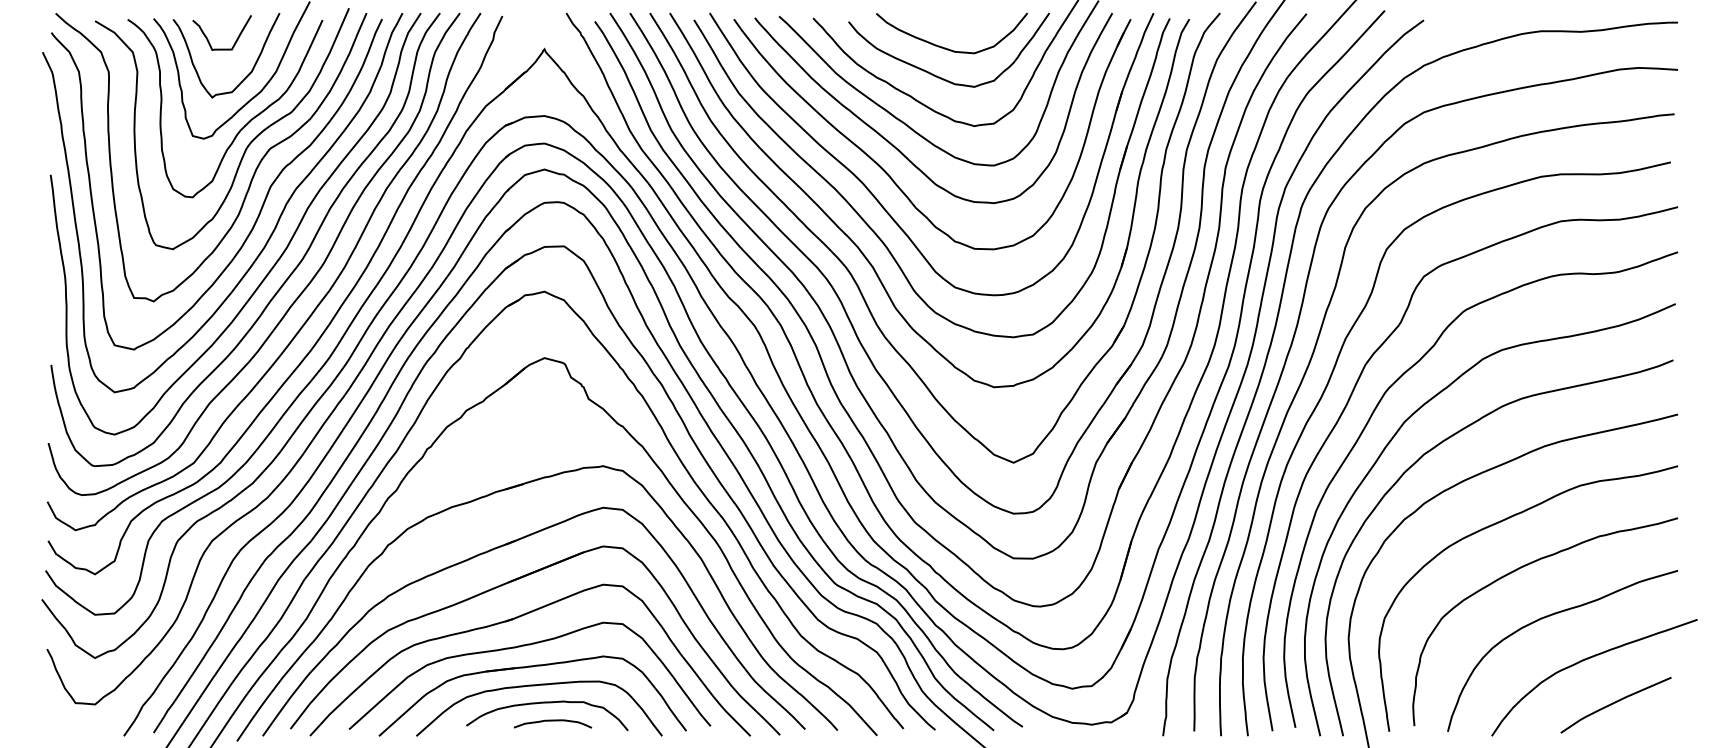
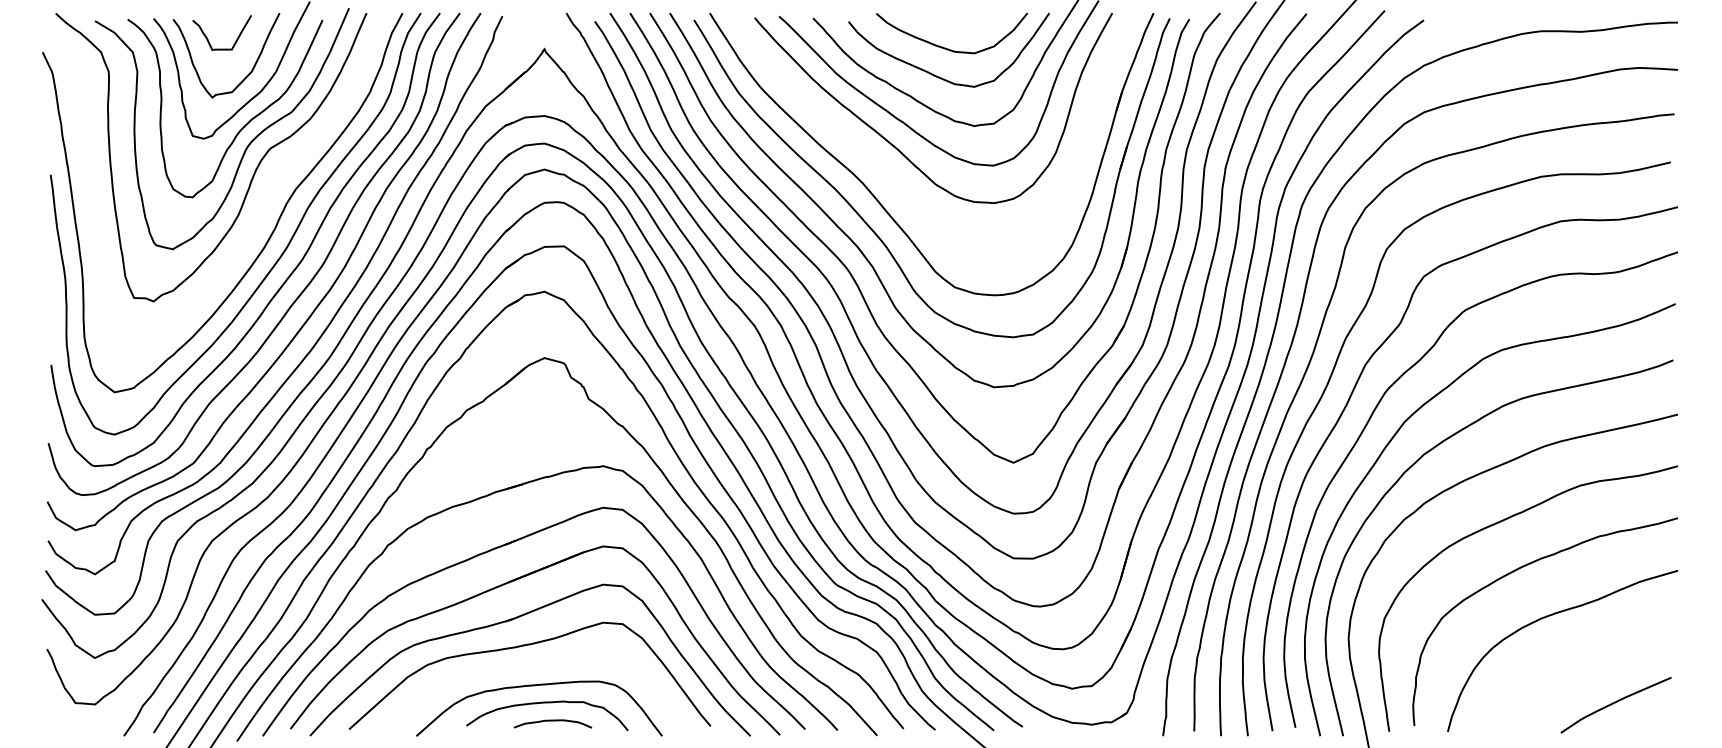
part at (890, 175): present -> none
curve at (262, 203): present -> none
curve at (1588, 659): present -> none
part at (525, 668): present -> none
